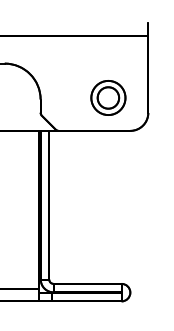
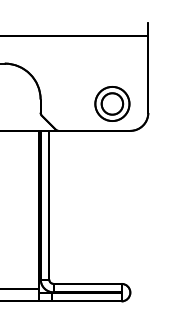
part at (108, 97) position: (108, 97) -> (112, 103)
